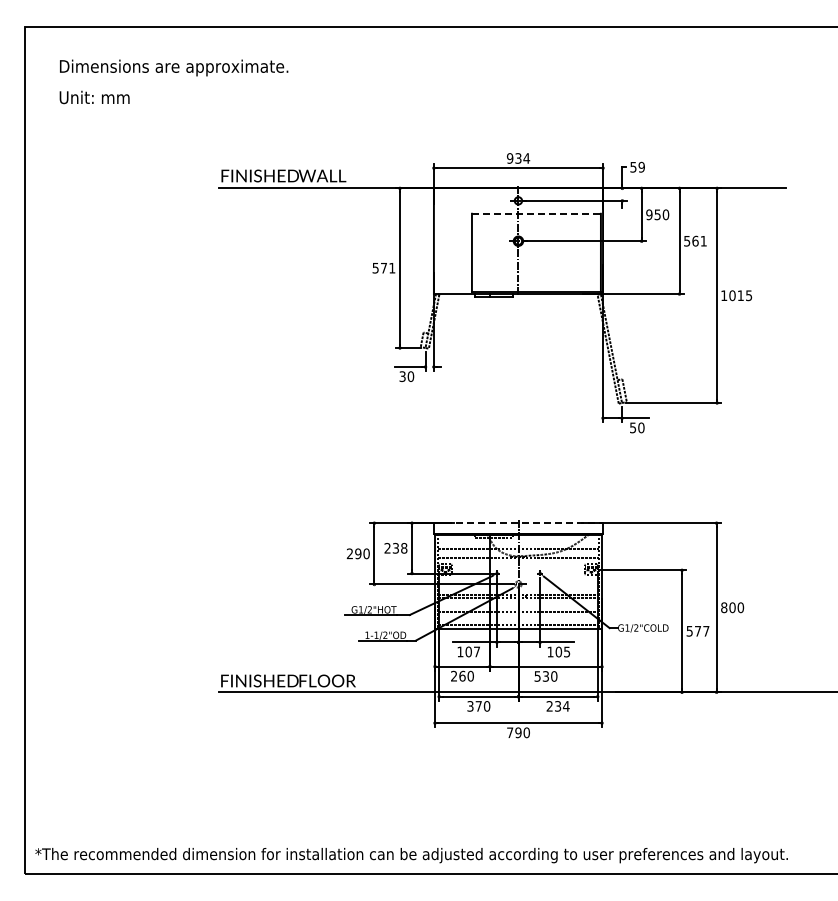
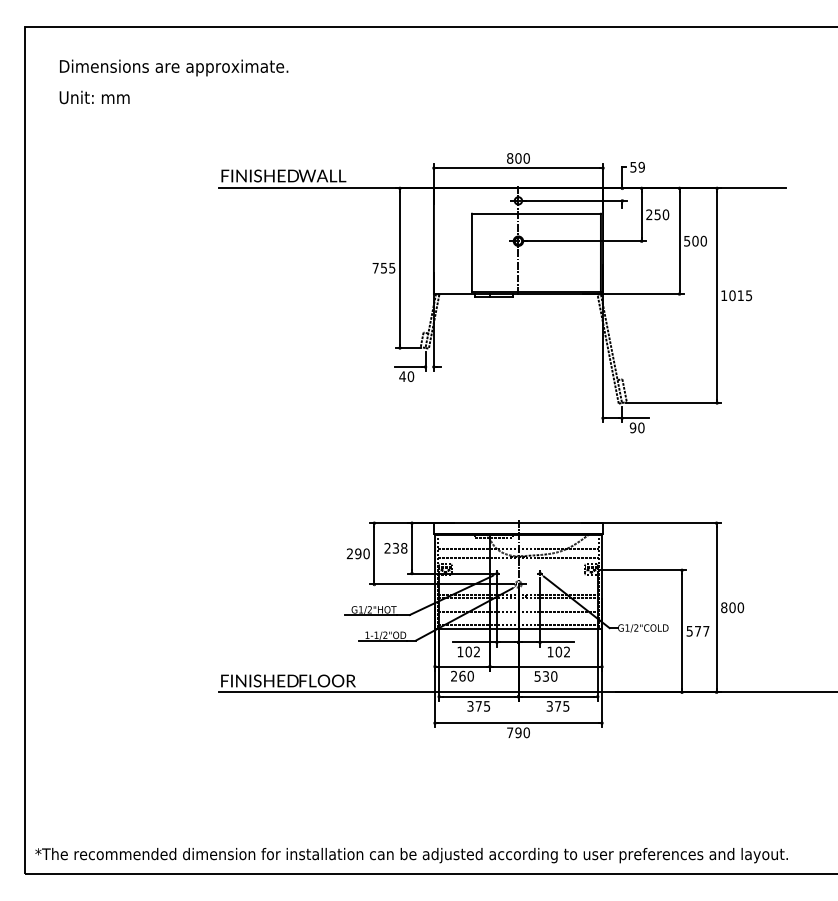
text at (518, 158): 934 -> 800
line at (536, 213): dashed -> solid
text at (649, 214): 950 -> 250
text at (699, 240): 561 -> 500
text at (383, 268): 571 -> 755
text at (402, 376): 30 -> 40
text at (632, 427): 50 -> 90
line at (518, 523): dashed -> solid
text at (476, 651): 107 -> 102
text at (567, 651): 105 -> 102
text at (486, 706): 370 -> 375
text at (557, 706): 234 -> 375
